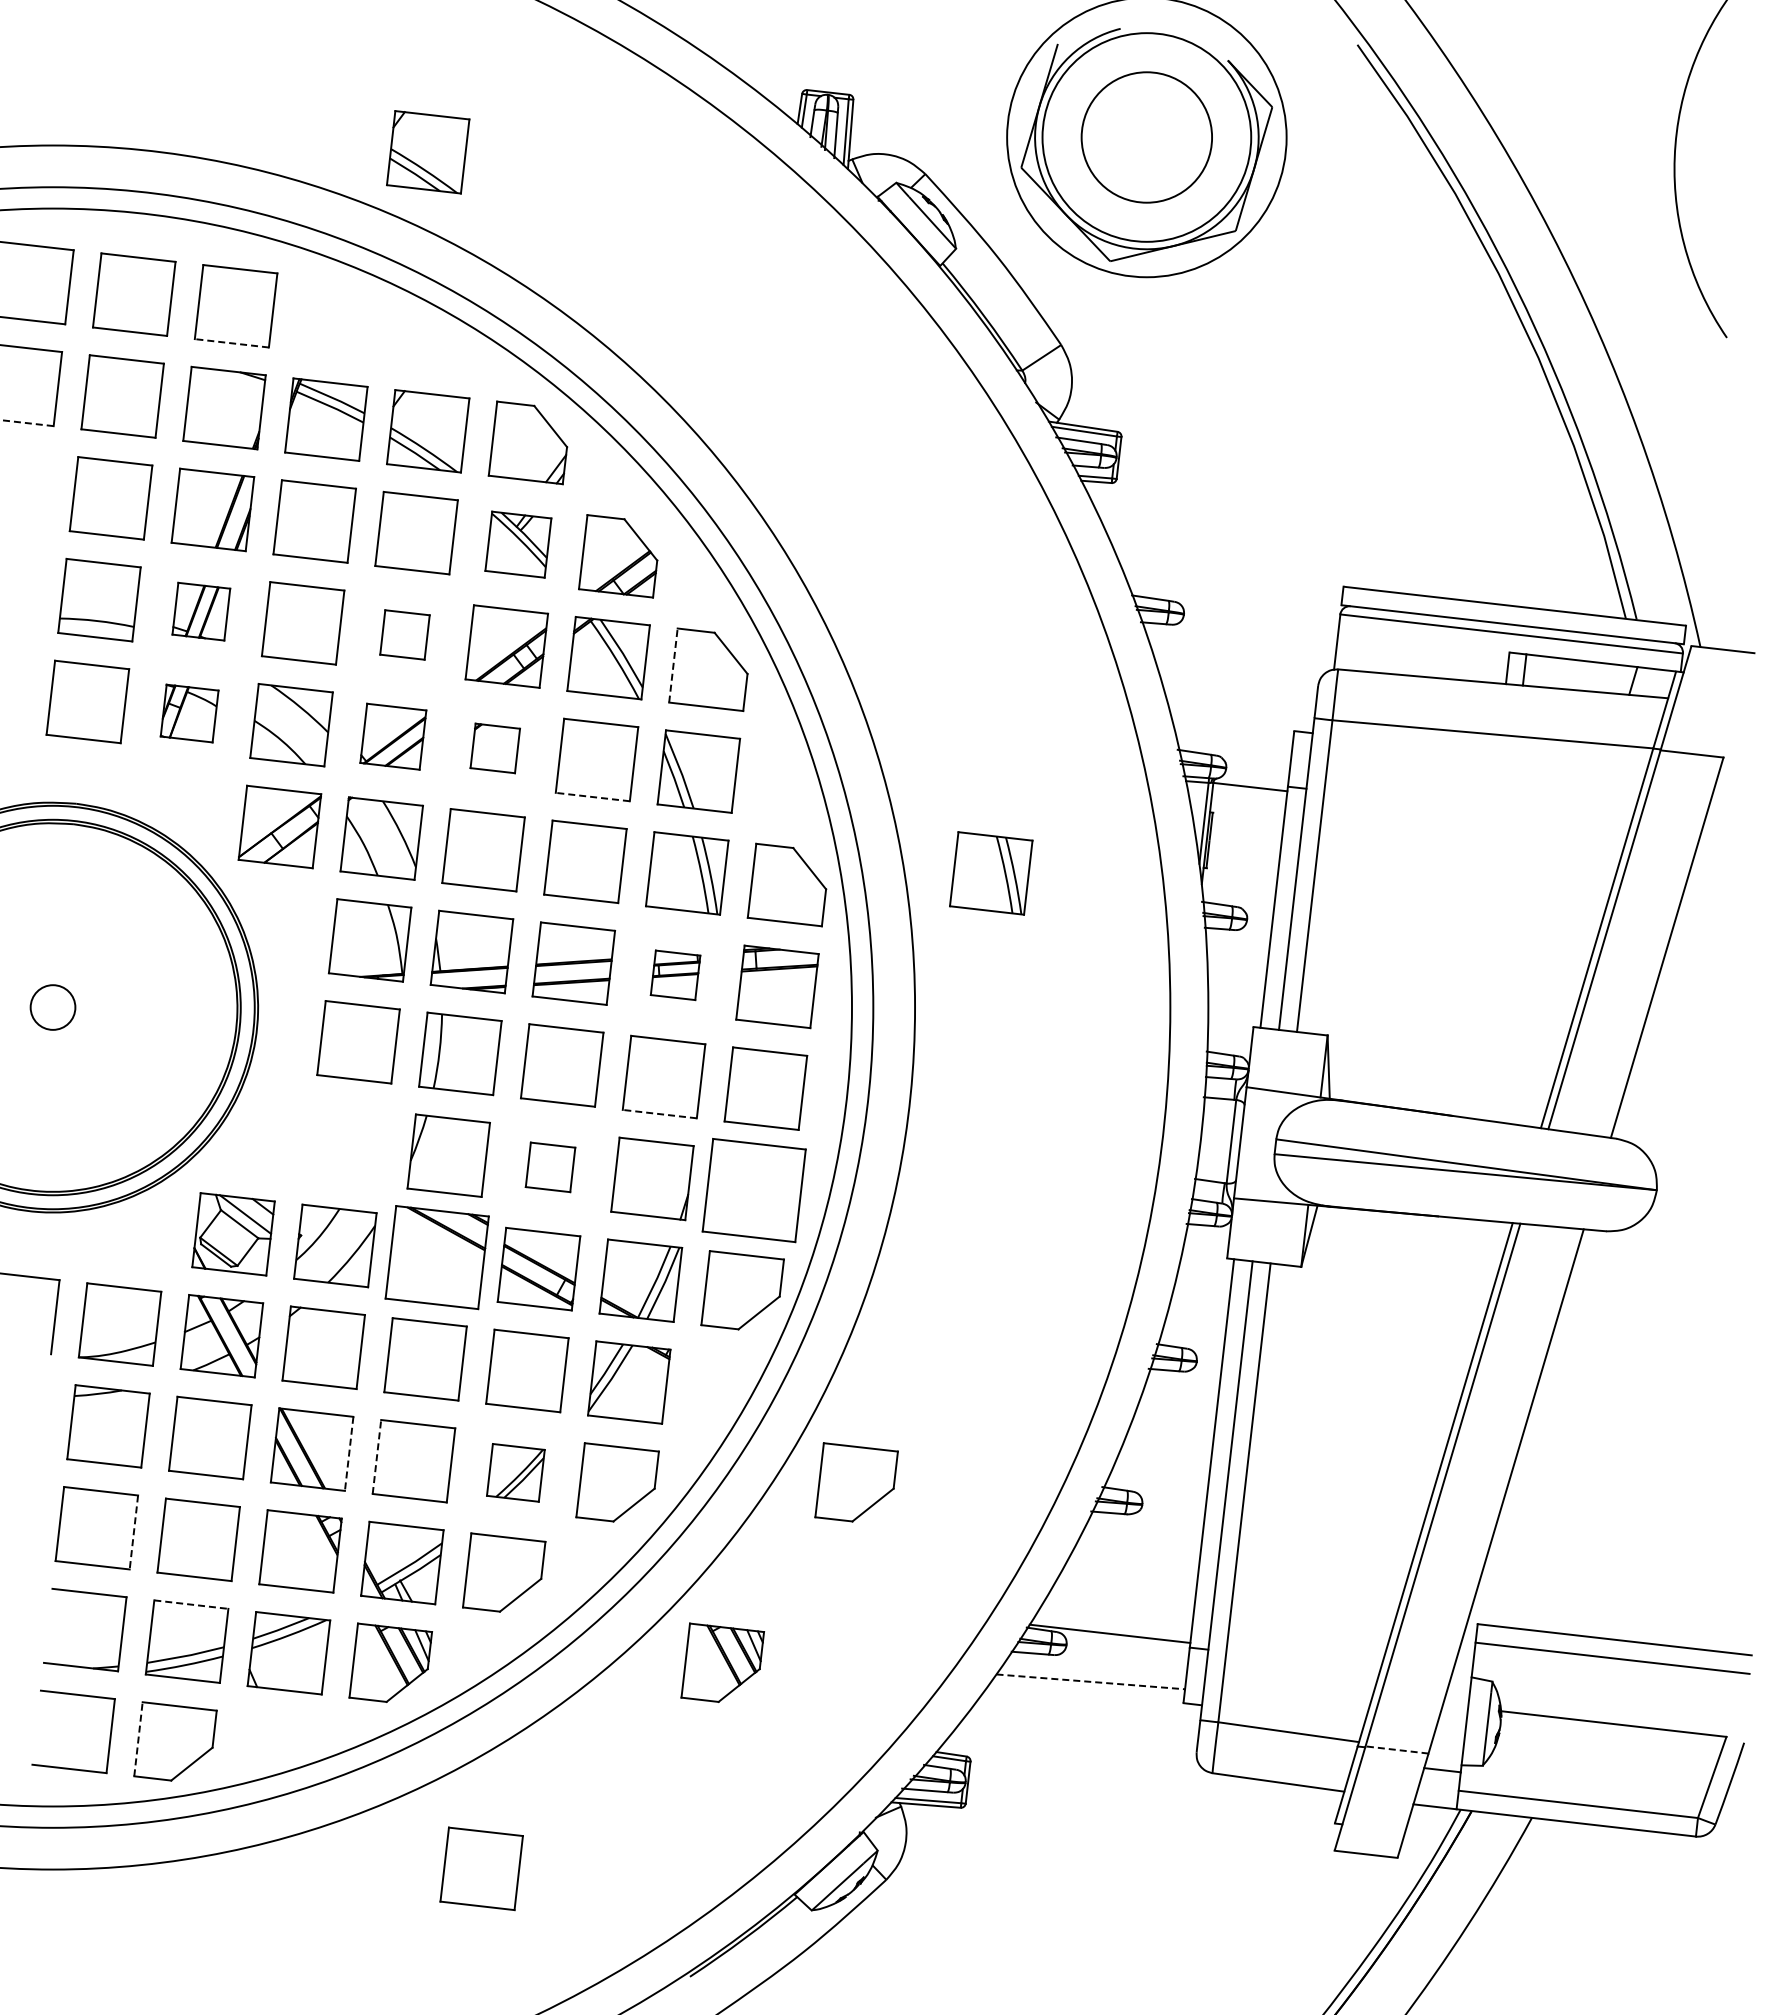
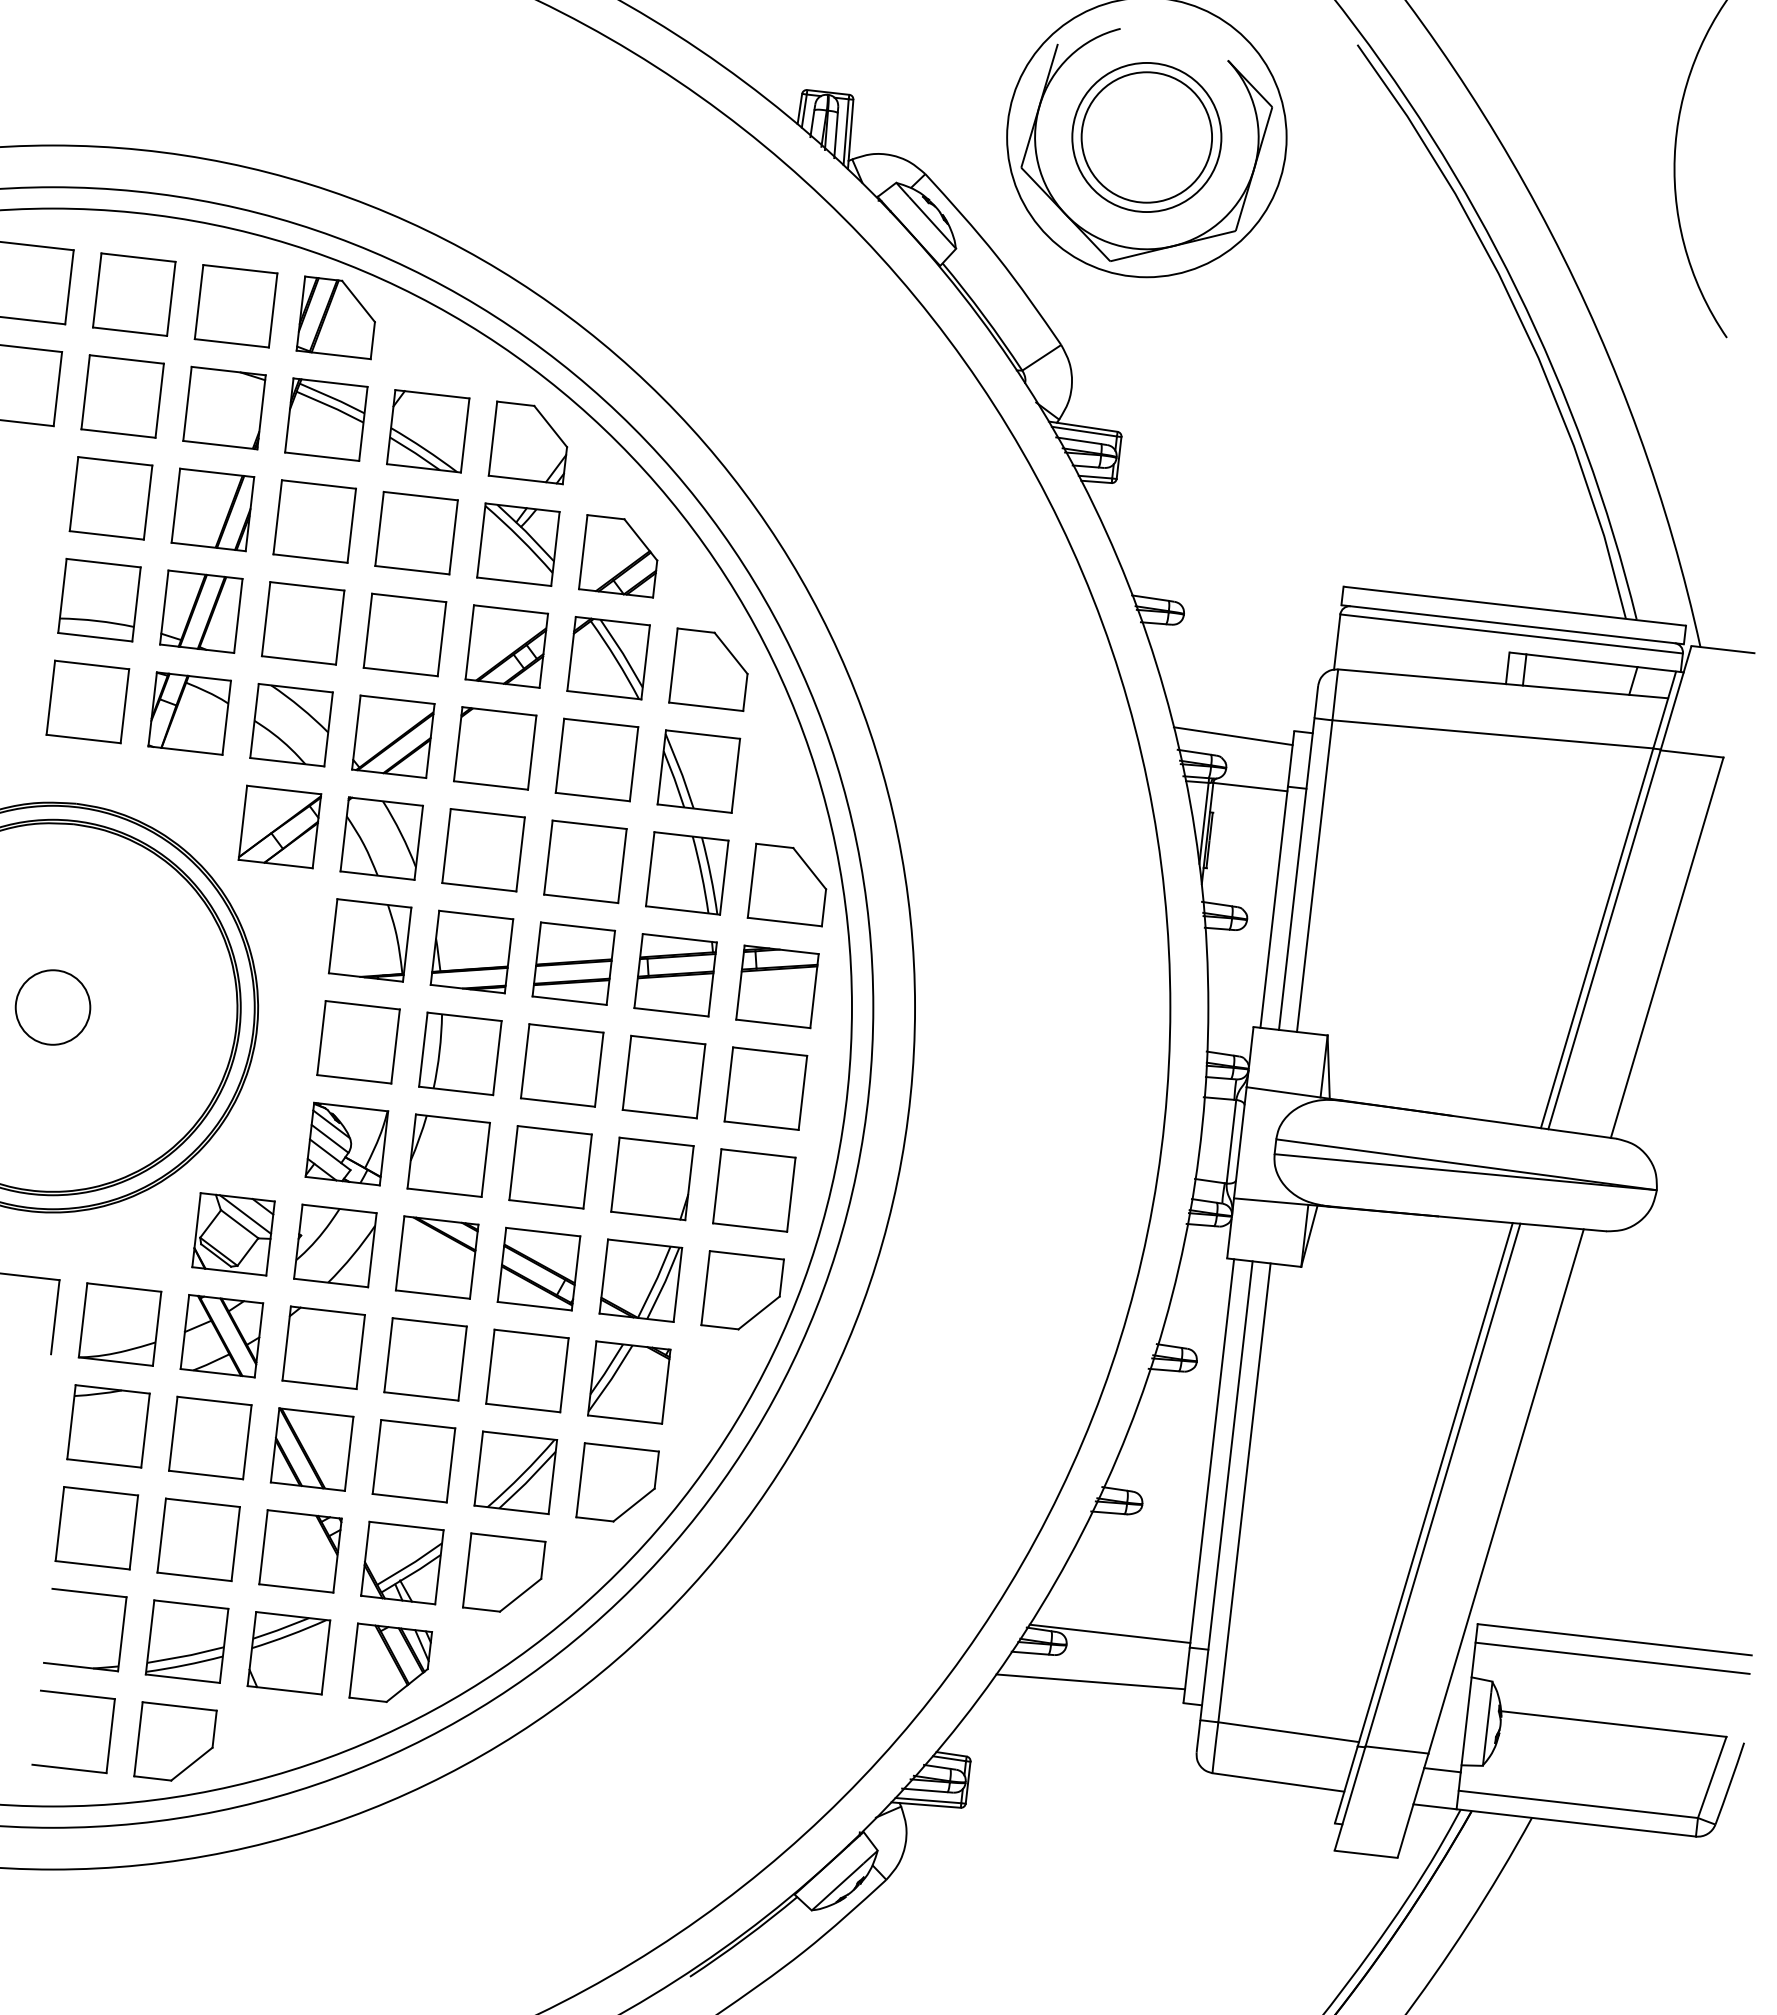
circle at (1146, 137) diameter: 209 px -> 149 px
part at (428, 152): present -> none
part at (335, 317): none -> present
line at (231, 343): dashed -> solid
line at (27, 423): dashed -> solid
part at (518, 544) size: 69x69 px -> 85x85 px
part at (201, 611) size: 61x61 px -> 85x85 px
part at (404, 634) size: 52x52 px -> 86x86 px
line at (673, 665): dashed -> solid
part at (189, 713) size: 61x61 px -> 85x85 px
part at (393, 736) size: 69x69 px -> 85x85 px
line at (1232, 736): none -> present
part at (494, 748) size: 52x53 px -> 85x85 px
line at (592, 797): dashed -> solid
part at (991, 873): present -> none
part at (675, 975) size: 53x53 px -> 85x85 px
circle at (52, 1007) diameter: 45 px -> 75 px
line at (659, 1114): dashed -> solid
part at (346, 1143): none -> present
part at (550, 1167) size: 53x53 px -> 85x85 px
part at (753, 1190) size: 106x106 px -> 85x85 px
part at (436, 1257) size: 106x106 px -> 86x85 px
line at (349, 1454): dashed -> solid
line at (377, 1456): dashed -> solid
part at (515, 1472) size: 60x60 px -> 86x86 px
part at (856, 1482): present -> none
line at (133, 1532): dashed -> solid
line at (191, 1604): dashed -> solid
part at (722, 1662): present -> none
line at (1090, 1681): dashed -> solid
line at (138, 1738): dashed -> solid
line at (1397, 1749): dashed -> solid
part at (481, 1868): present -> none
